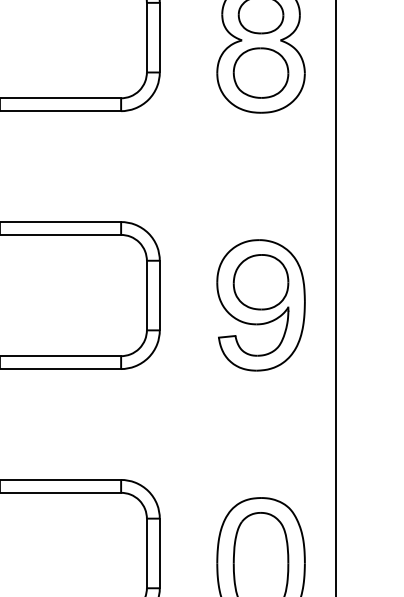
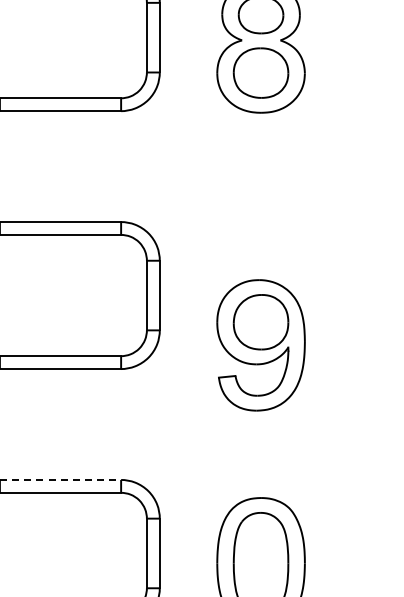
line at (336, 297): present -> none
part at (260, 305) position: (260, 305) -> (260, 345)
line at (61, 479): solid -> dashed
